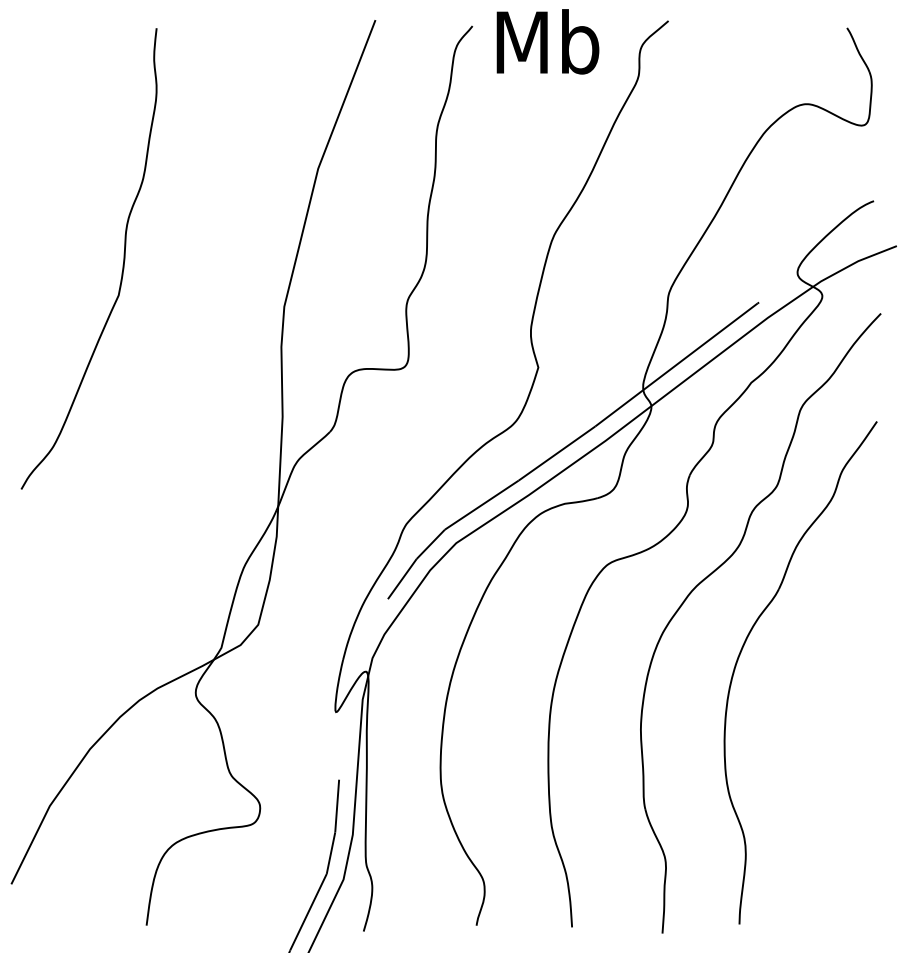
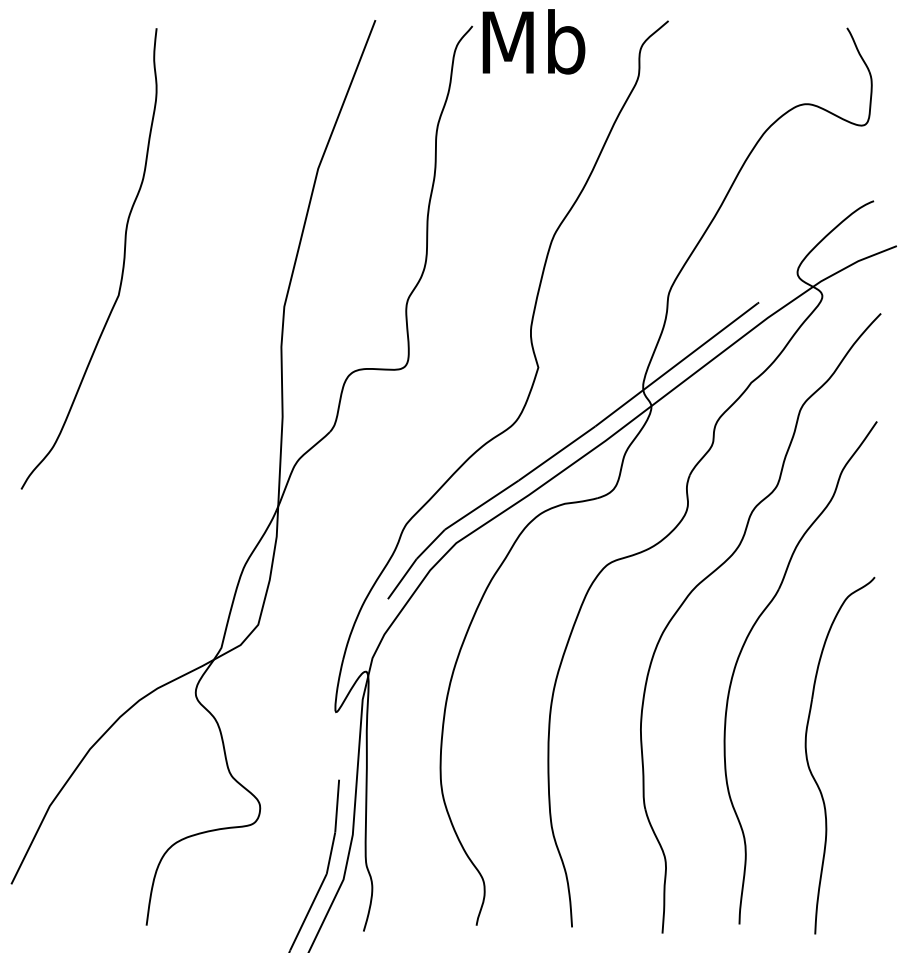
text at (547, 41) position: (547, 41) -> (533, 41)
part at (809, 764): none -> present
